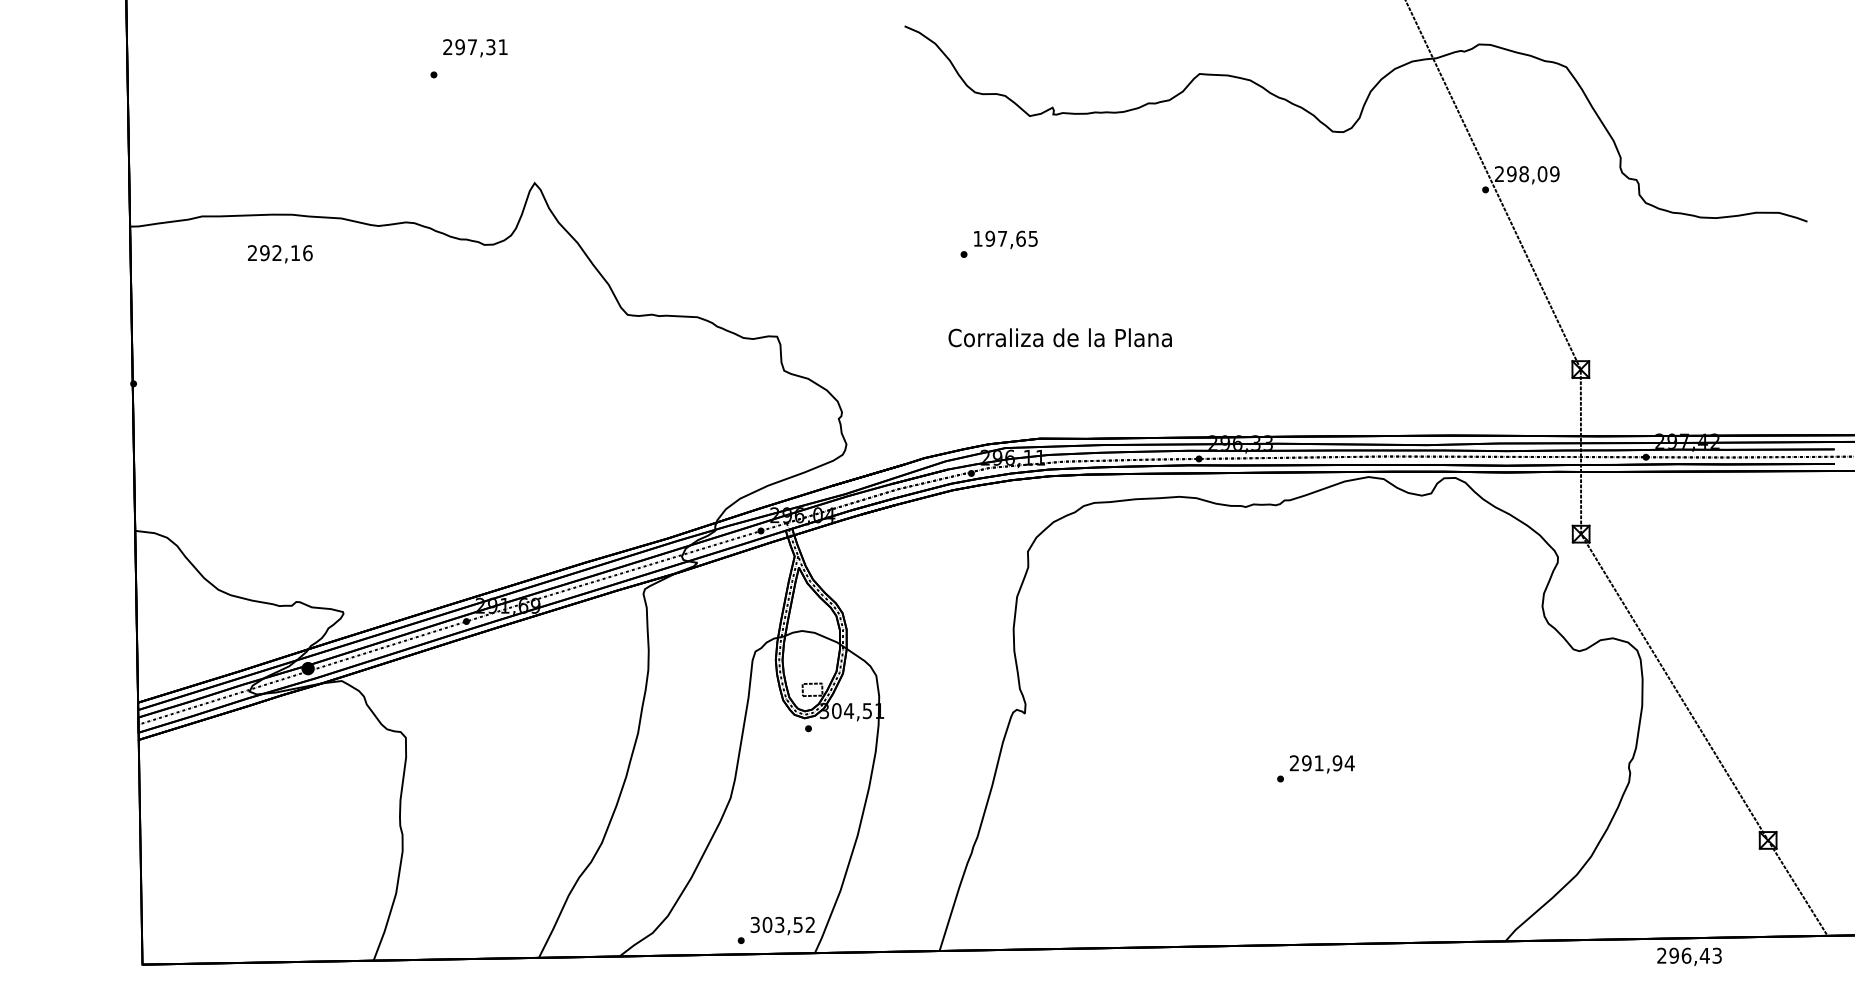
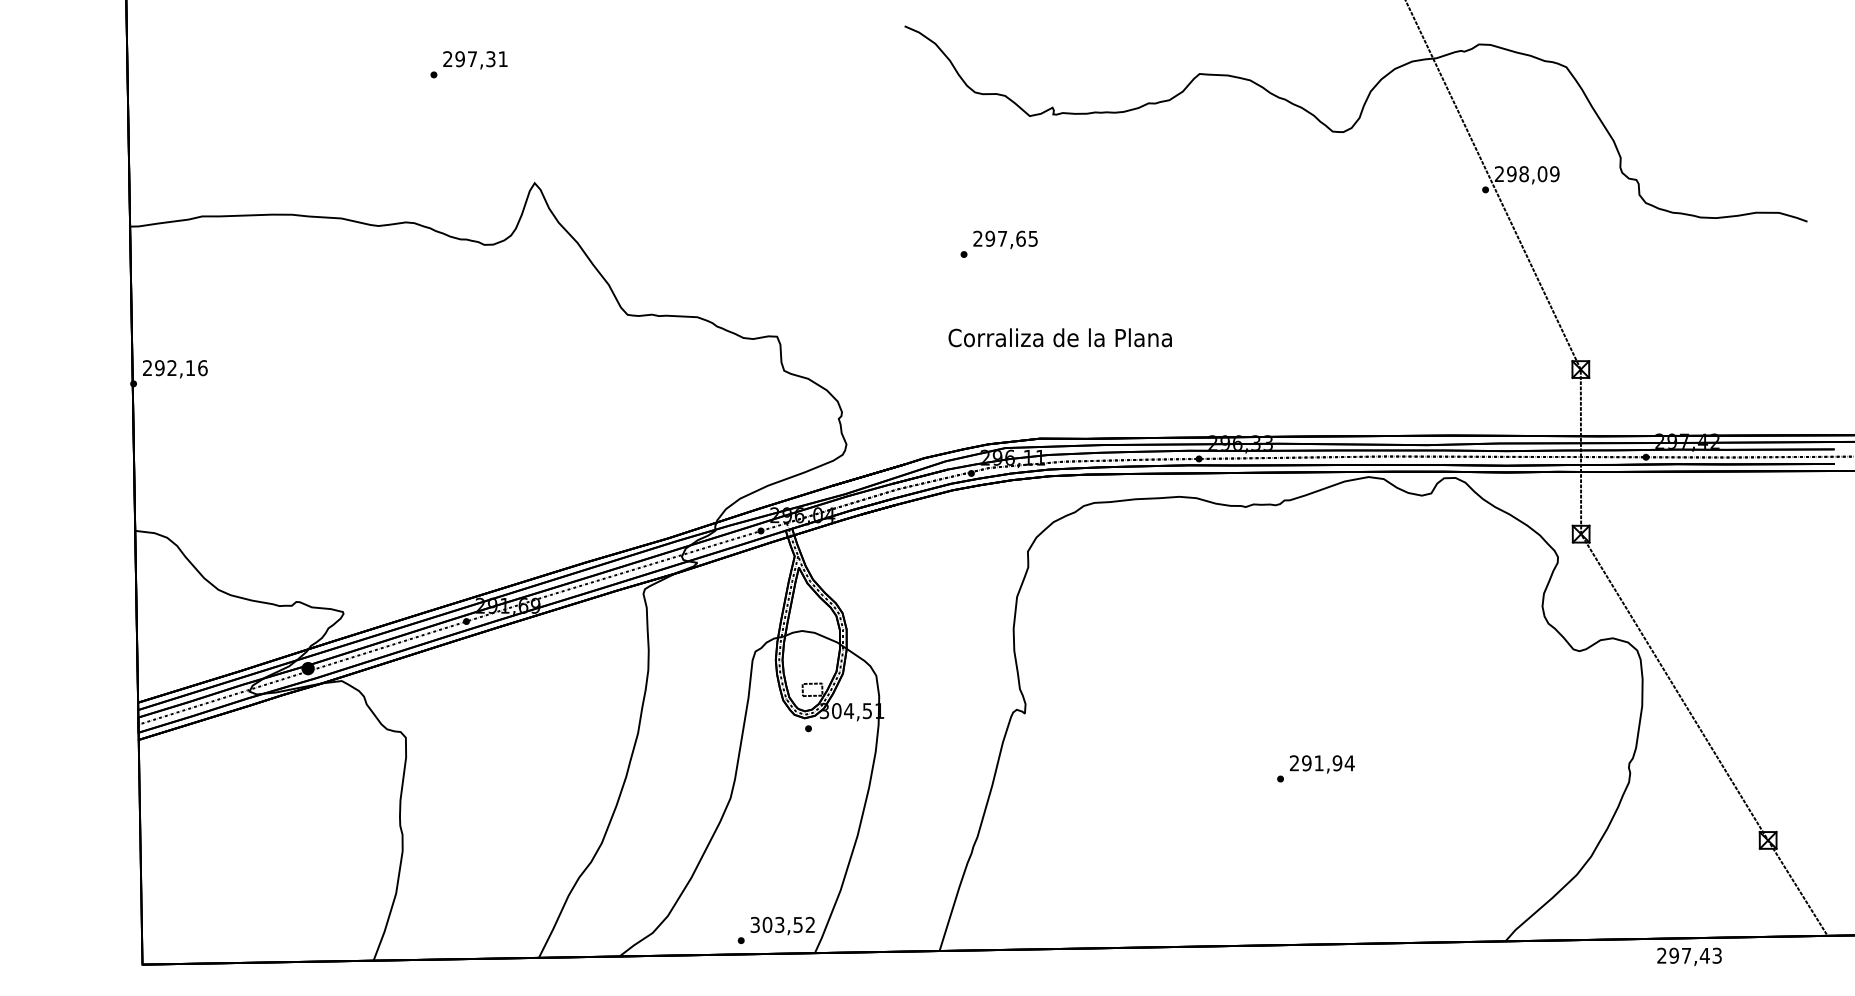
text at (475, 48) position: (475, 48) -> (475, 60)
text at (977, 238): 197,65 -> 297,65
text at (280, 254) position: (280, 254) -> (175, 369)
text at (1686, 955): 296,43 -> 297,43
